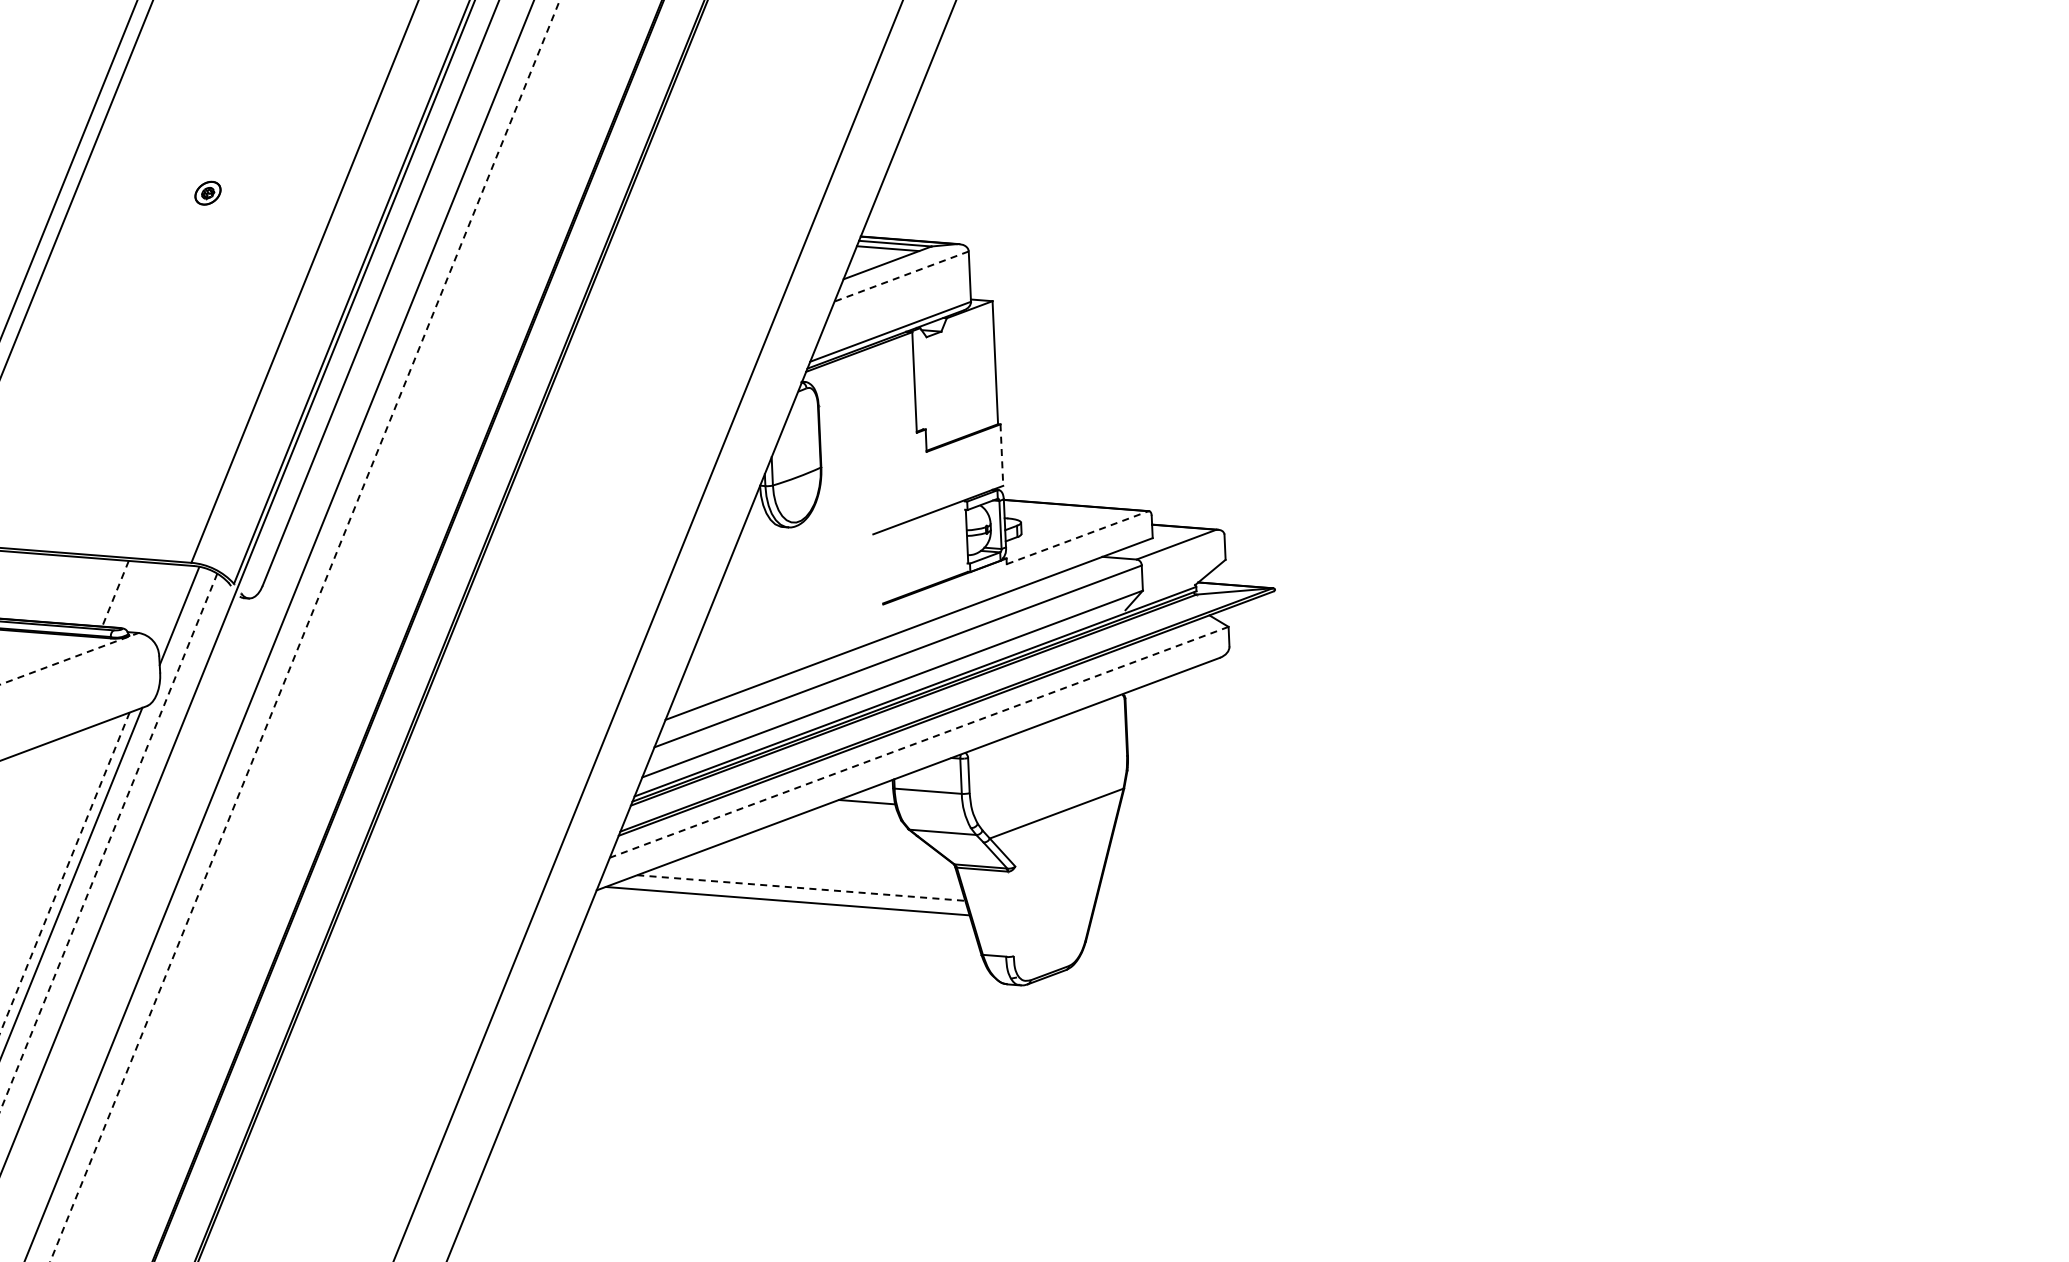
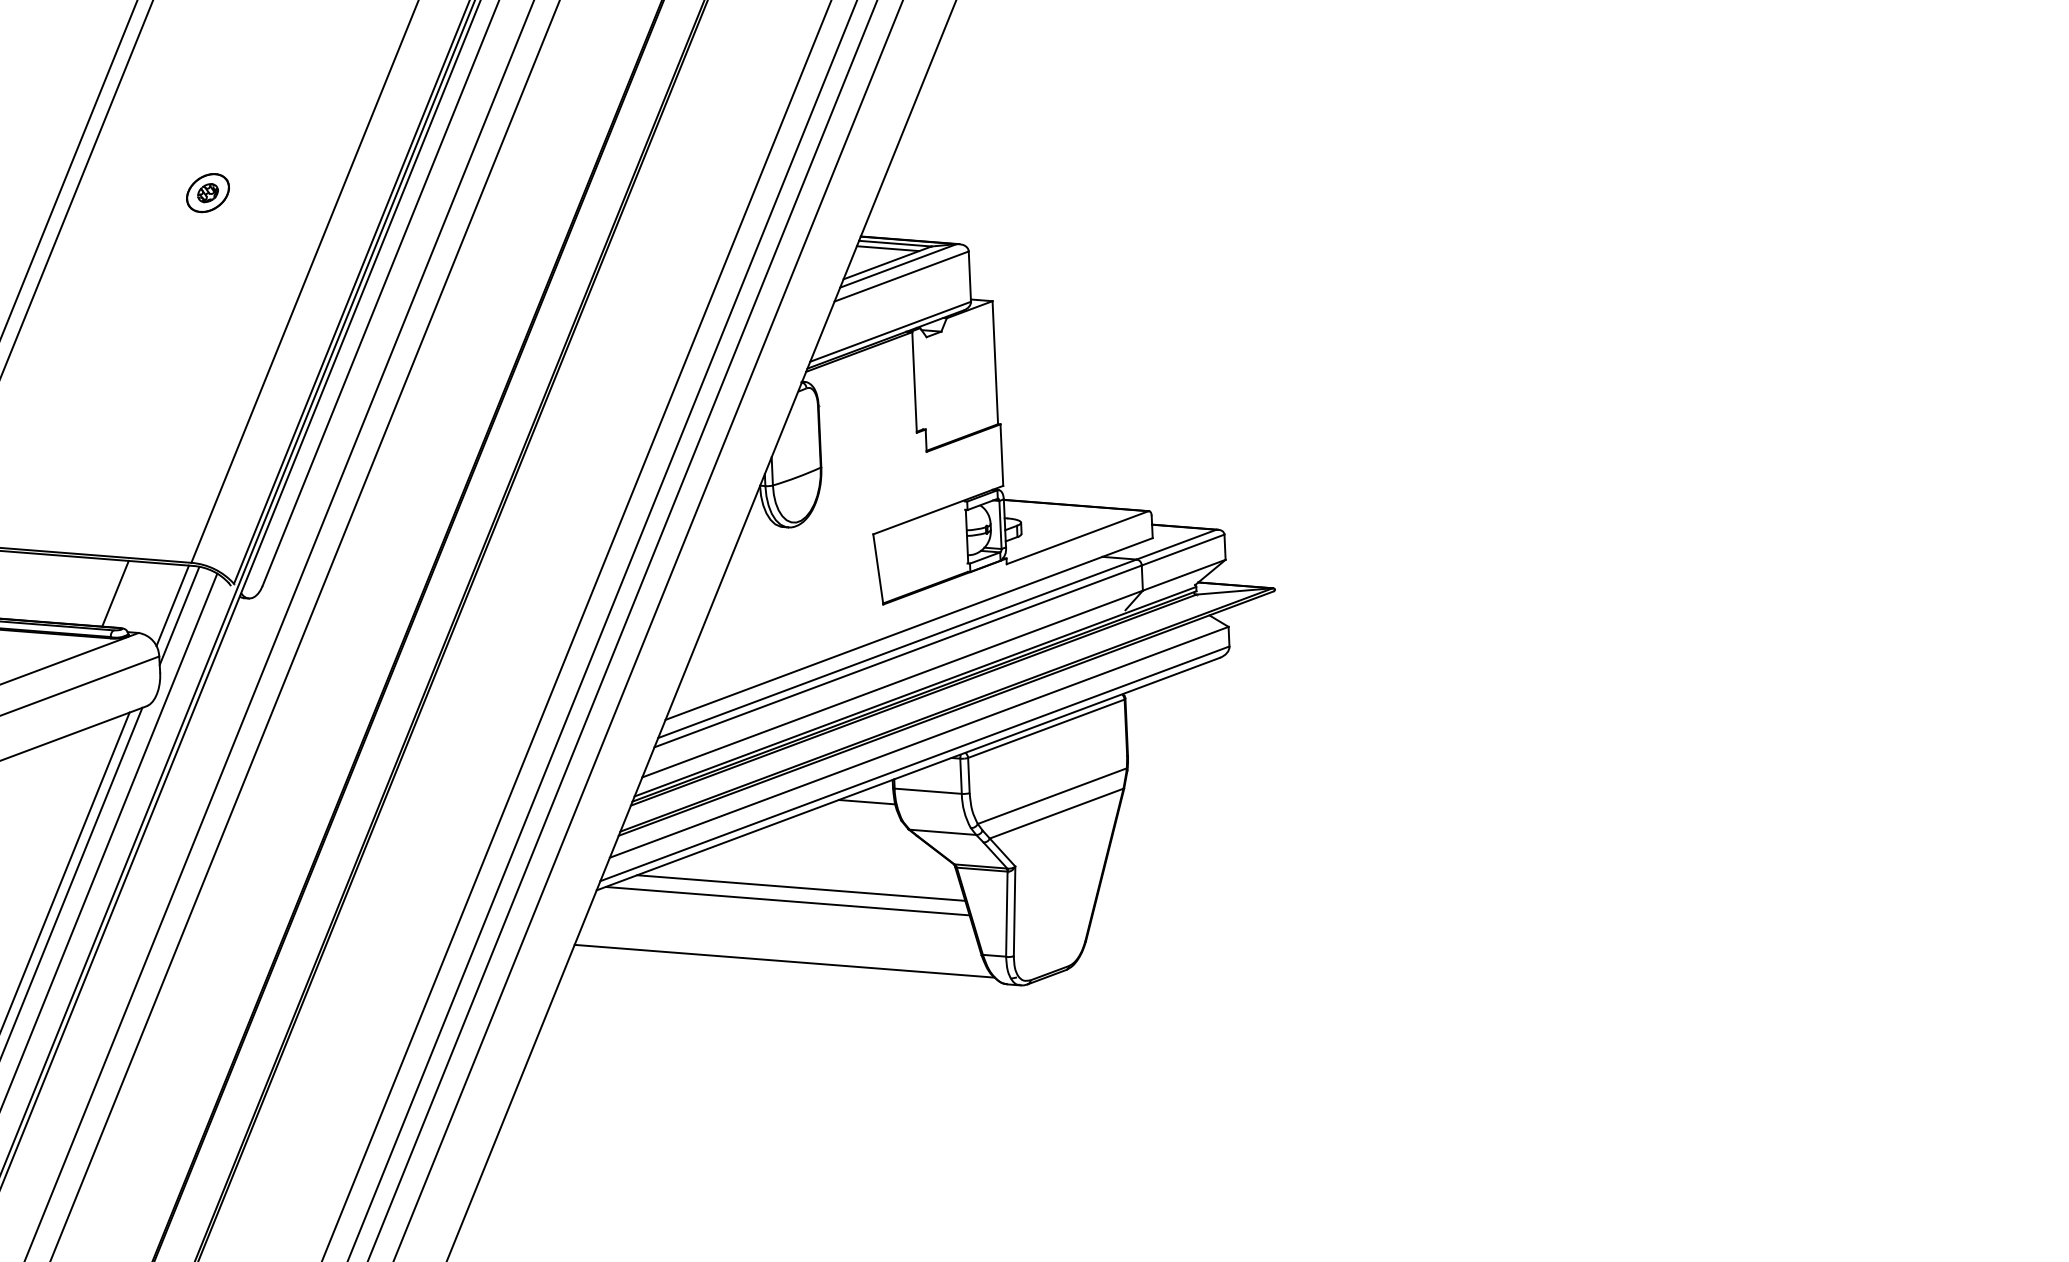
part at (207, 192) size: 28x26 px -> 44x41 px
line at (898, 265): none -> present
line at (901, 276): dashed -> solid
line at (1001, 455): dashed -> solid
line at (1077, 537): dashed -> solid
line at (1182, 549): none -> present
line at (878, 569): none -> present
line at (1183, 574): none -> present
line at (240, 593): none -> present
line at (115, 594): dashed -> solid
line at (172, 605): none -> present
line at (576, 630): none -> present
line at (602, 630): none -> present
line at (622, 630): none -> present
line at (305, 631): dashed -> solid
line at (897, 648): none -> present
line at (69, 658): dashed -> solid
line at (80, 685): none -> present
line at (1046, 728): none -> present
line at (918, 742): dashed -> solid
line at (914, 763): none -> present
line at (1051, 795): none -> present
line at (108, 842): dashed -> solid
line at (64, 872): dashed -> solid
line at (801, 888): dashed -> solid
line at (1014, 910): none -> present
line at (1006, 913): none -> present
line at (784, 960): none -> present
